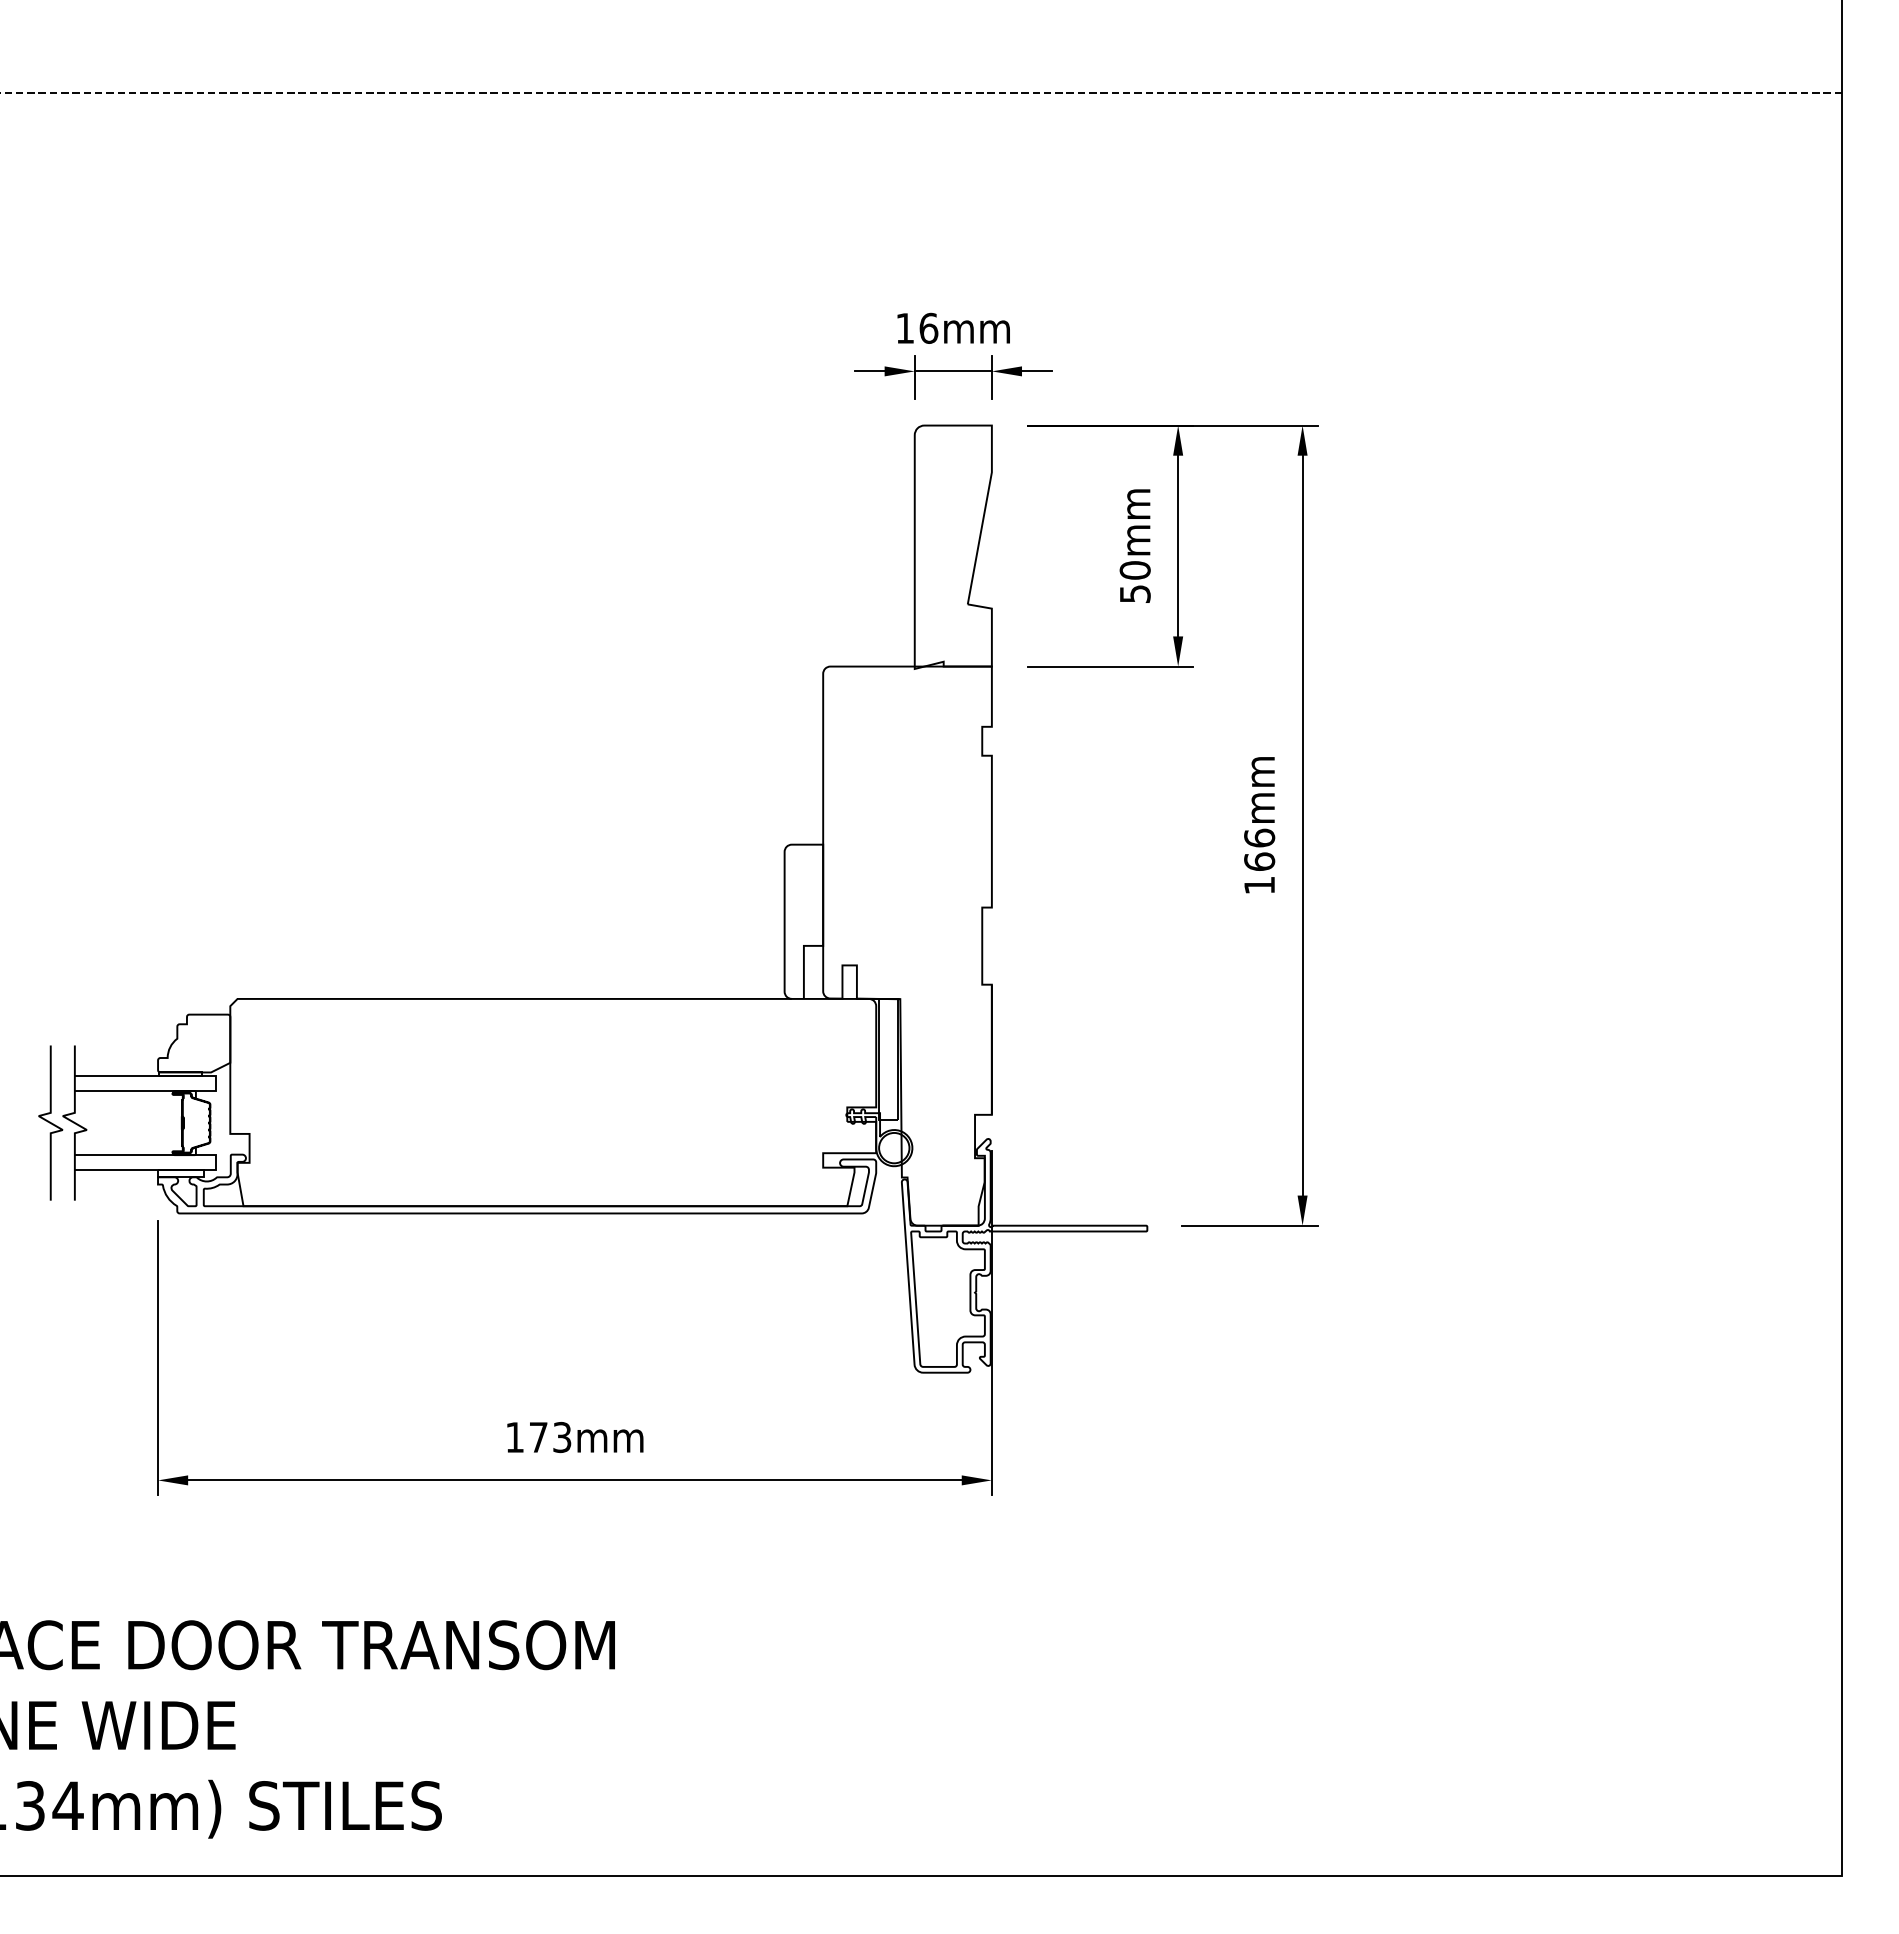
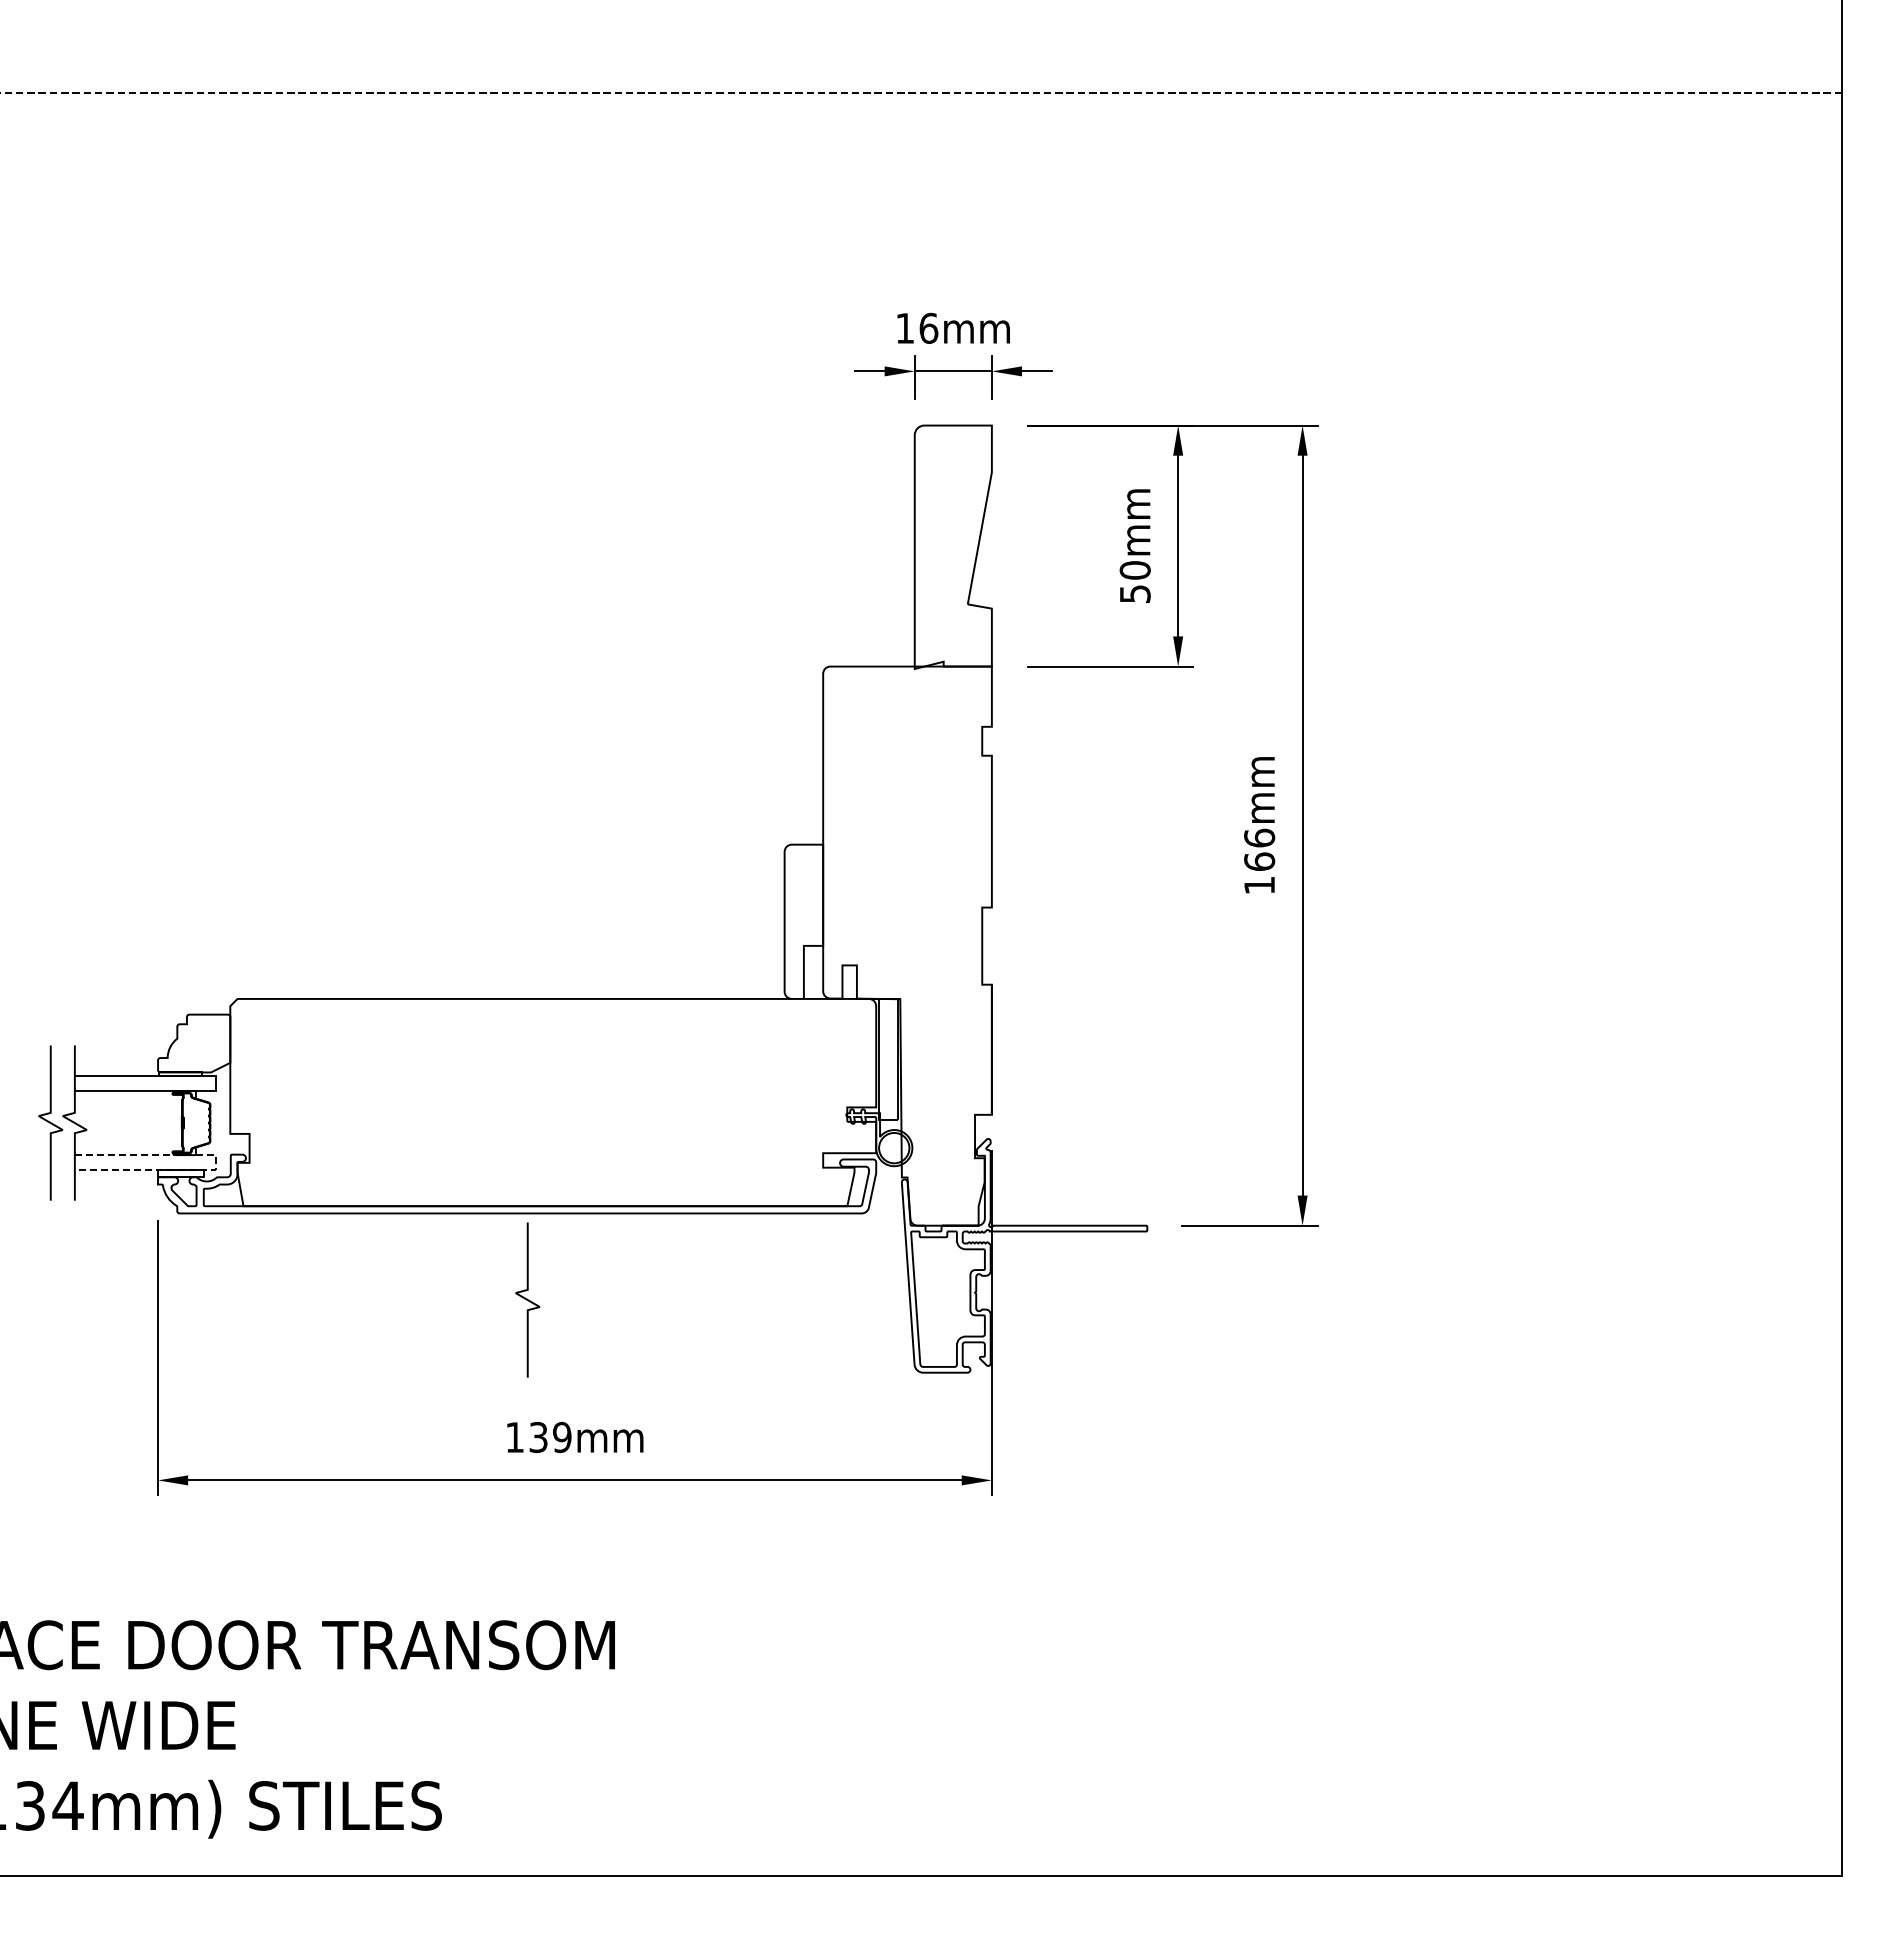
line at (215, 1163): solid -> dashed
curve at (527, 1299): none -> present
text at (550, 1437): 173mm -> 139mm
